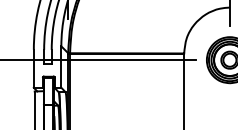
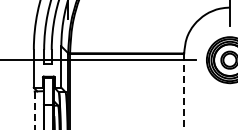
line at (184, 91): solid -> dashed
line at (34, 110): solid -> dashed
